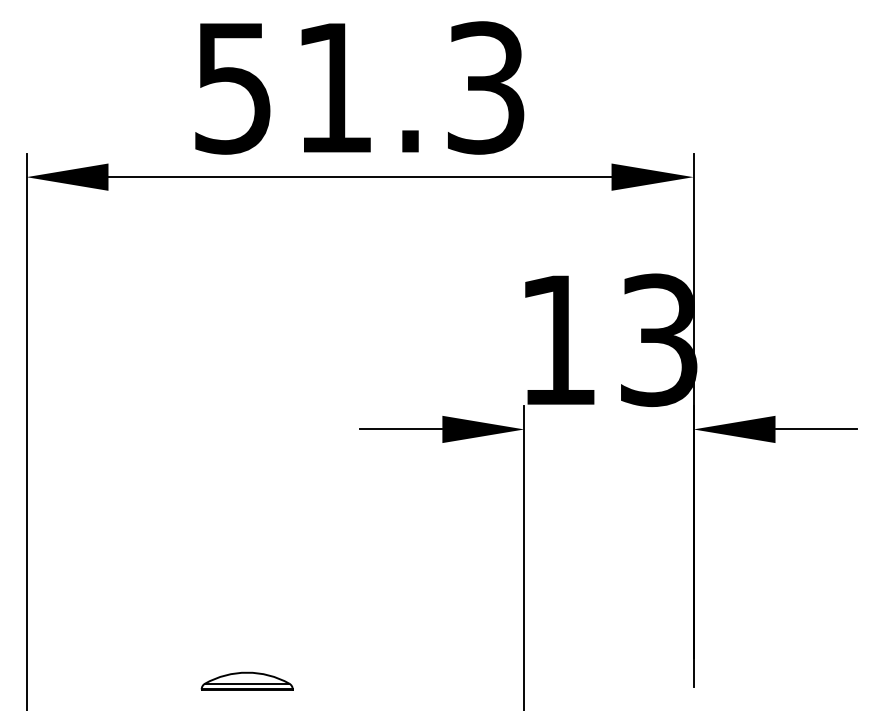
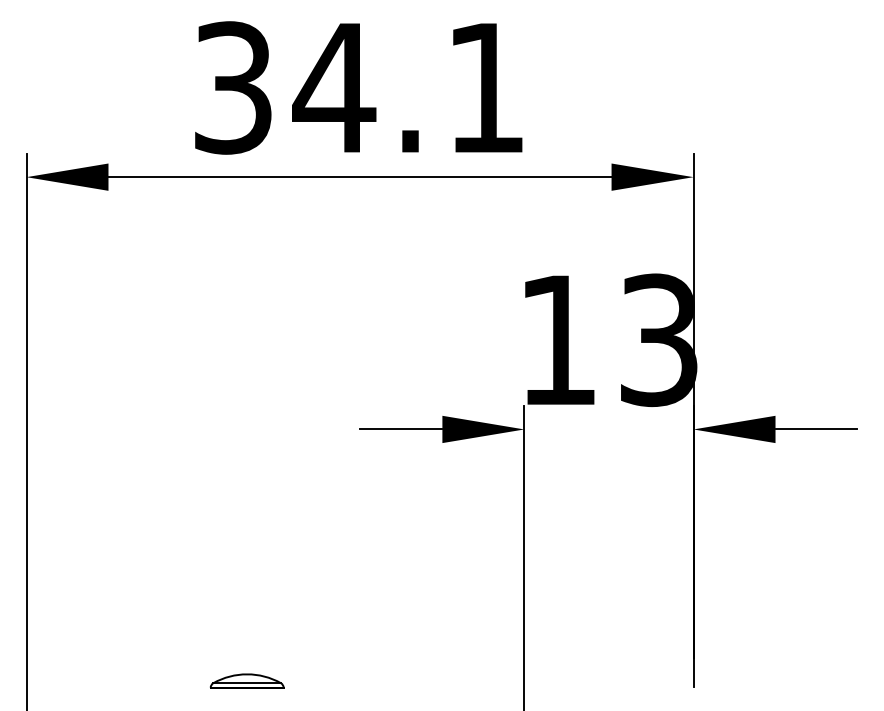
text at (359, 87): 51.3 -> 34.1
part at (246, 680) size: 94x20 px -> 75x16 px
